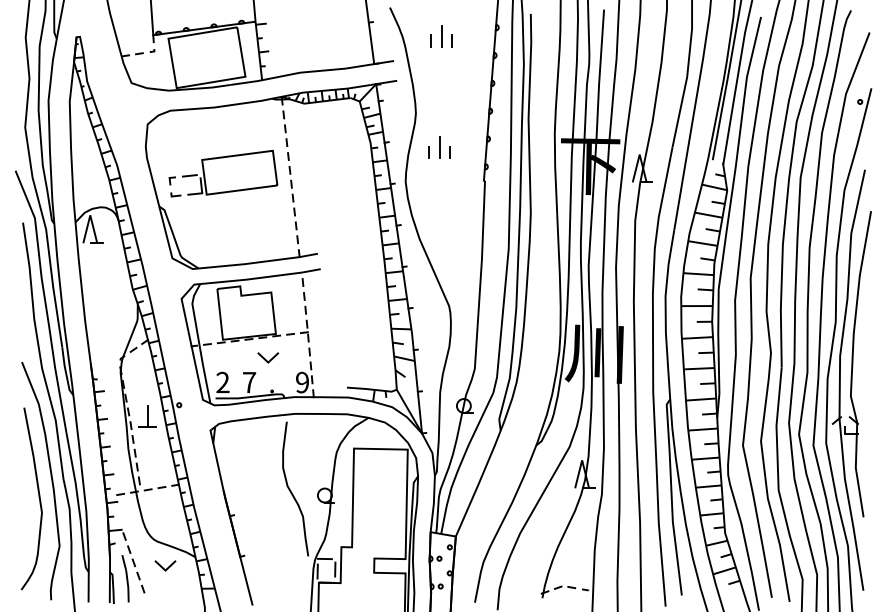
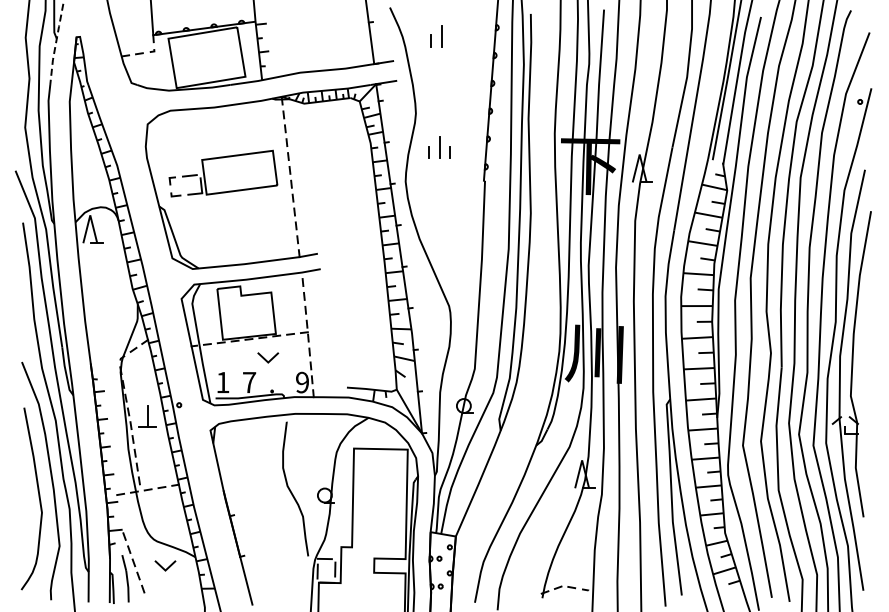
line at (451, 40): present -> none
line at (55, 43): solid -> dashed
text at (222, 381): 2 -> 1
